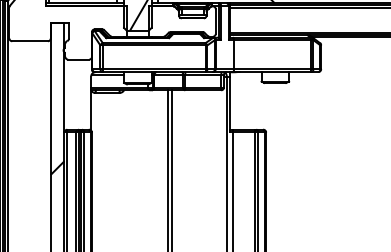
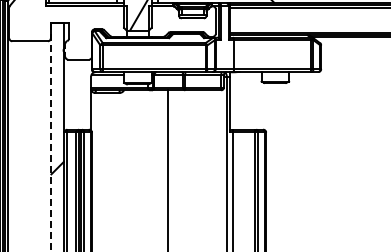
line at (50, 137): solid -> dashed
line at (172, 169): present -> none
